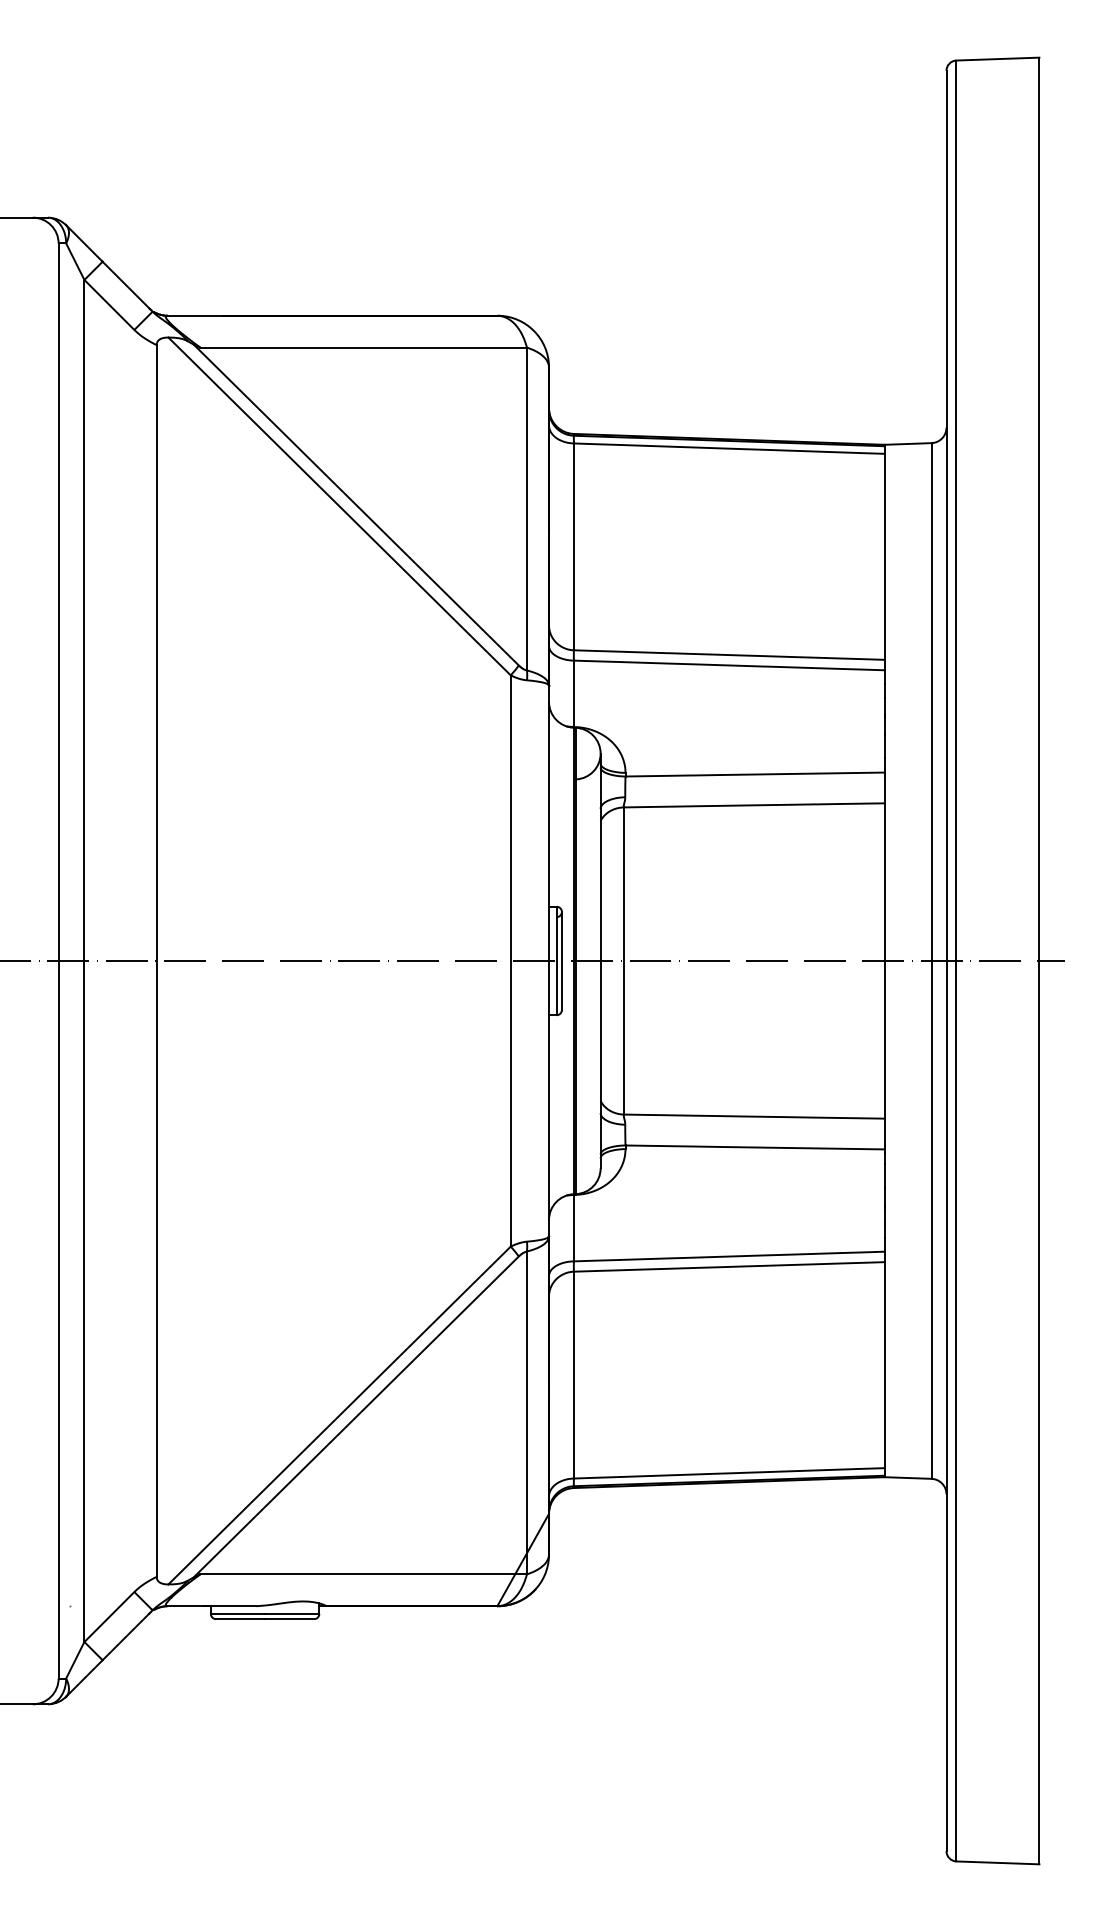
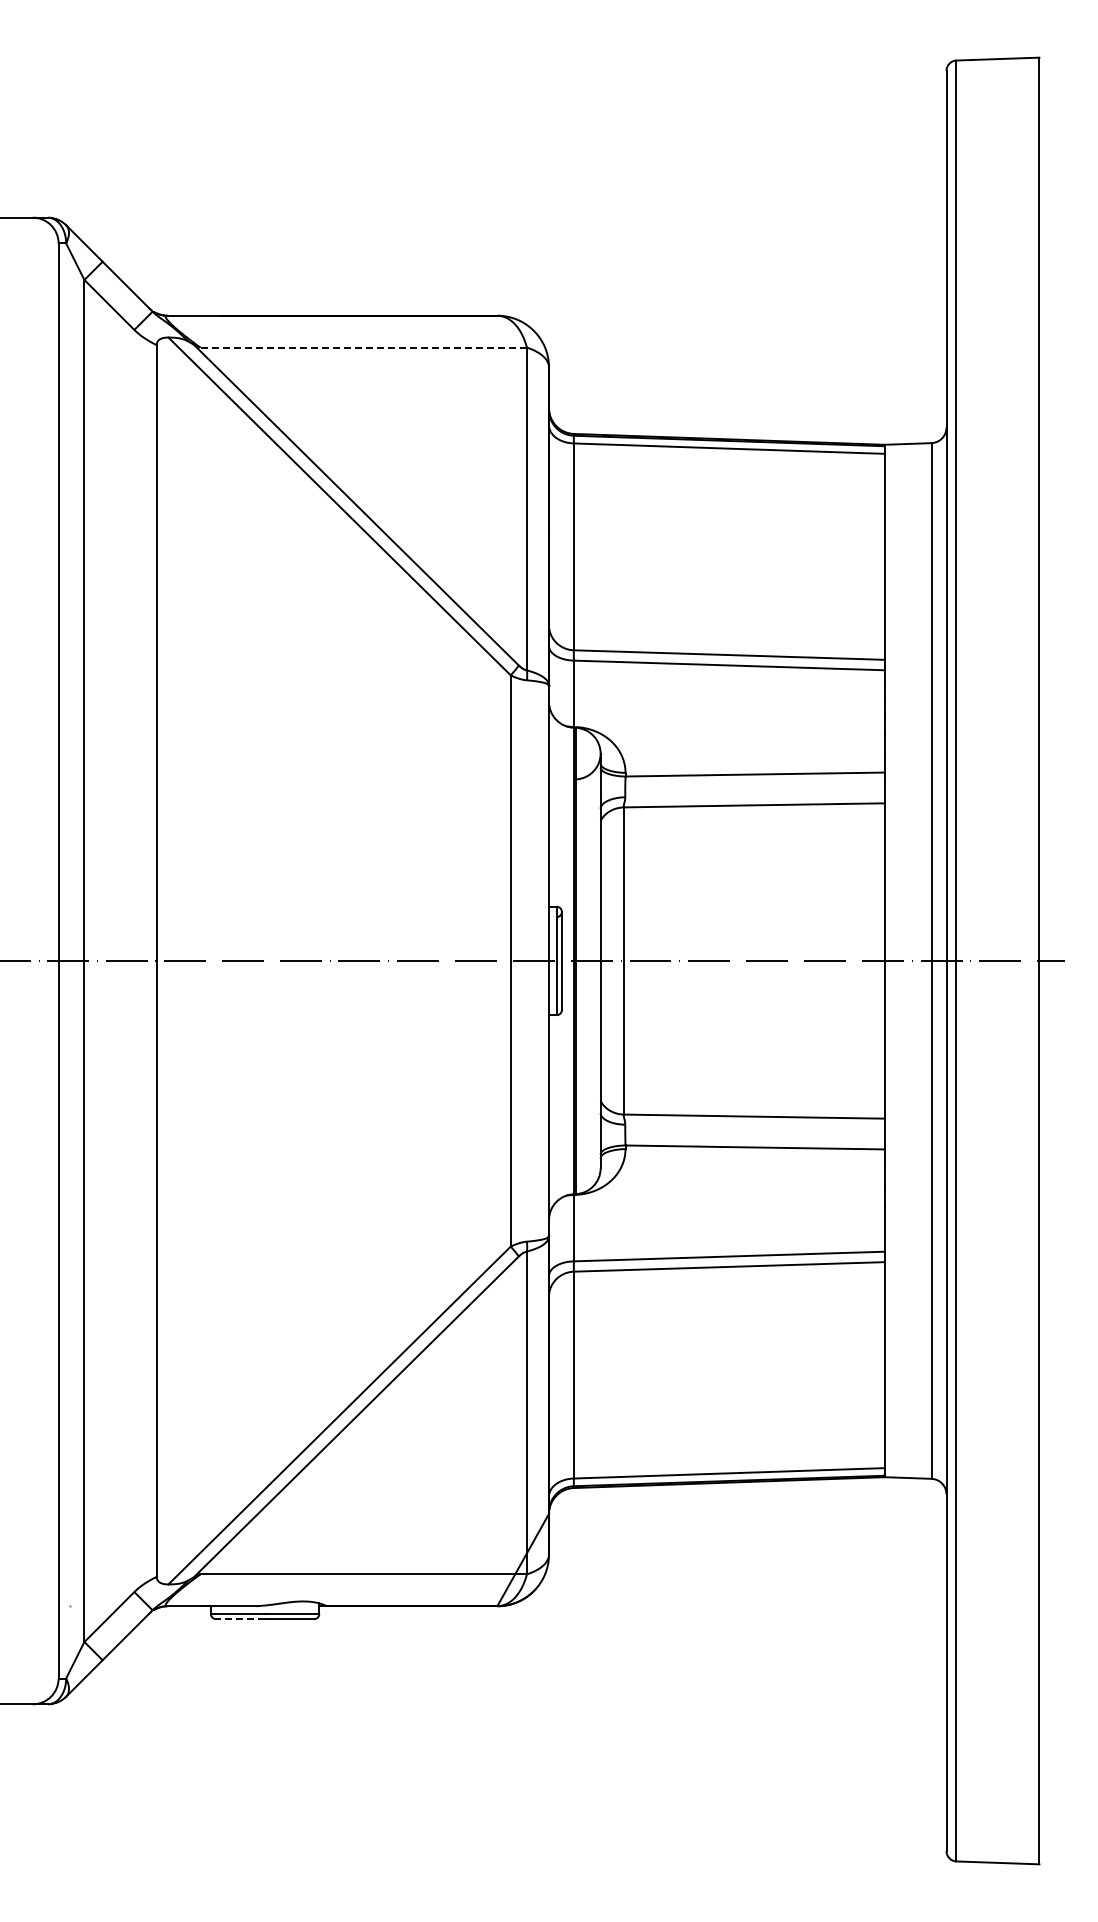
line at (363, 347): solid -> dashed
line at (240, 1619): solid -> dashed
